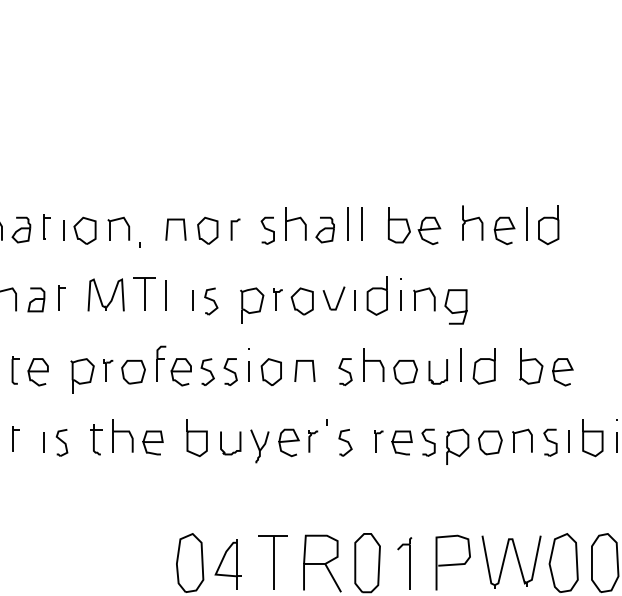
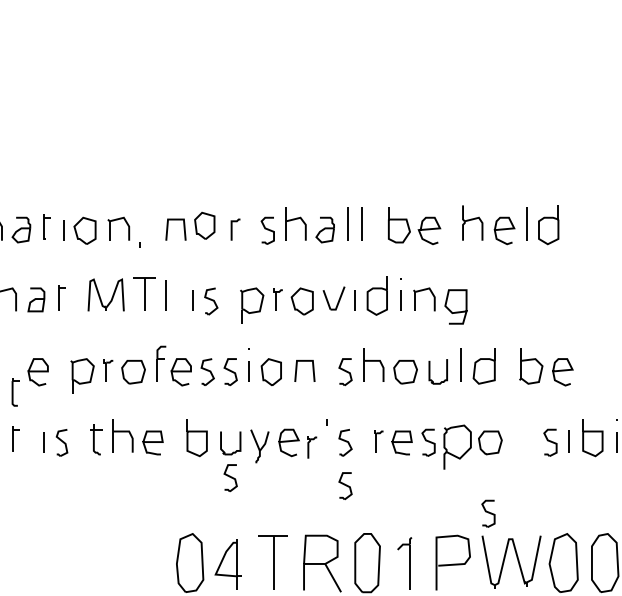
part at (207, 230) position: (207, 230) -> (204, 225)
part at (15, 370) position: (15, 370) -> (15, 392)
part at (522, 432): present -> none
part at (313, 441) position: (313, 441) -> (312, 447)
part at (457, 446) size: 24x37 px -> 29x46 px
part at (230, 478): none -> present
part at (345, 486): none -> present
part at (488, 513): none -> present
